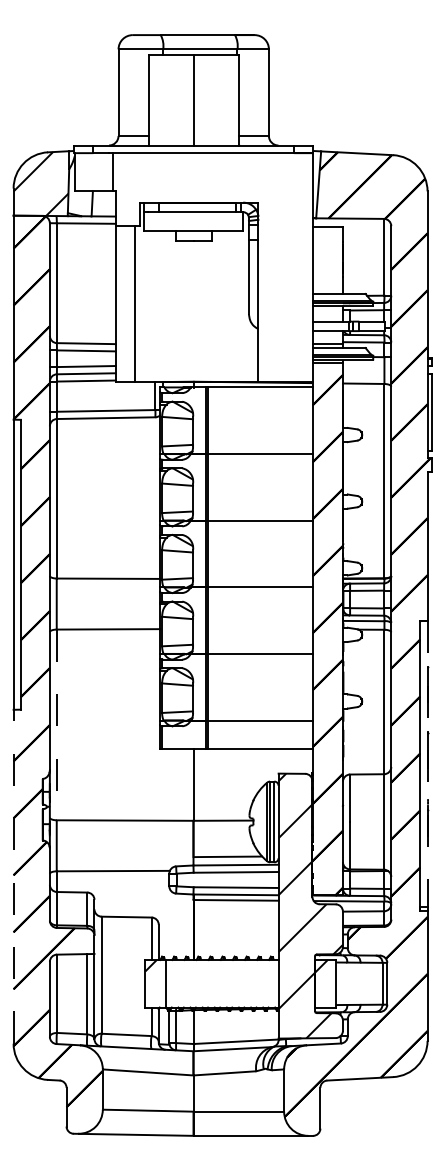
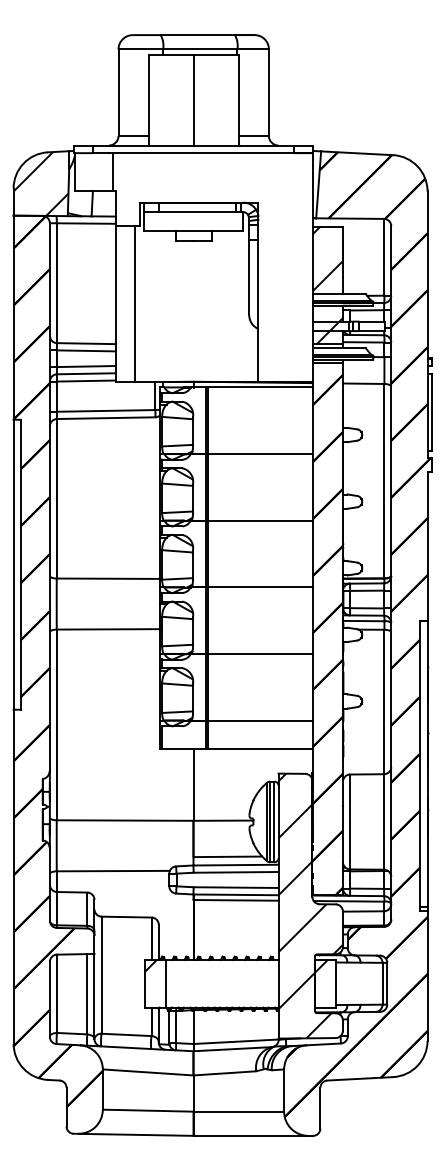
hatch at (327, 285): none -> present
line at (56, 725): dashed -> solid
line at (427, 764): dashed -> solid
line at (13, 876): dashed -> solid
